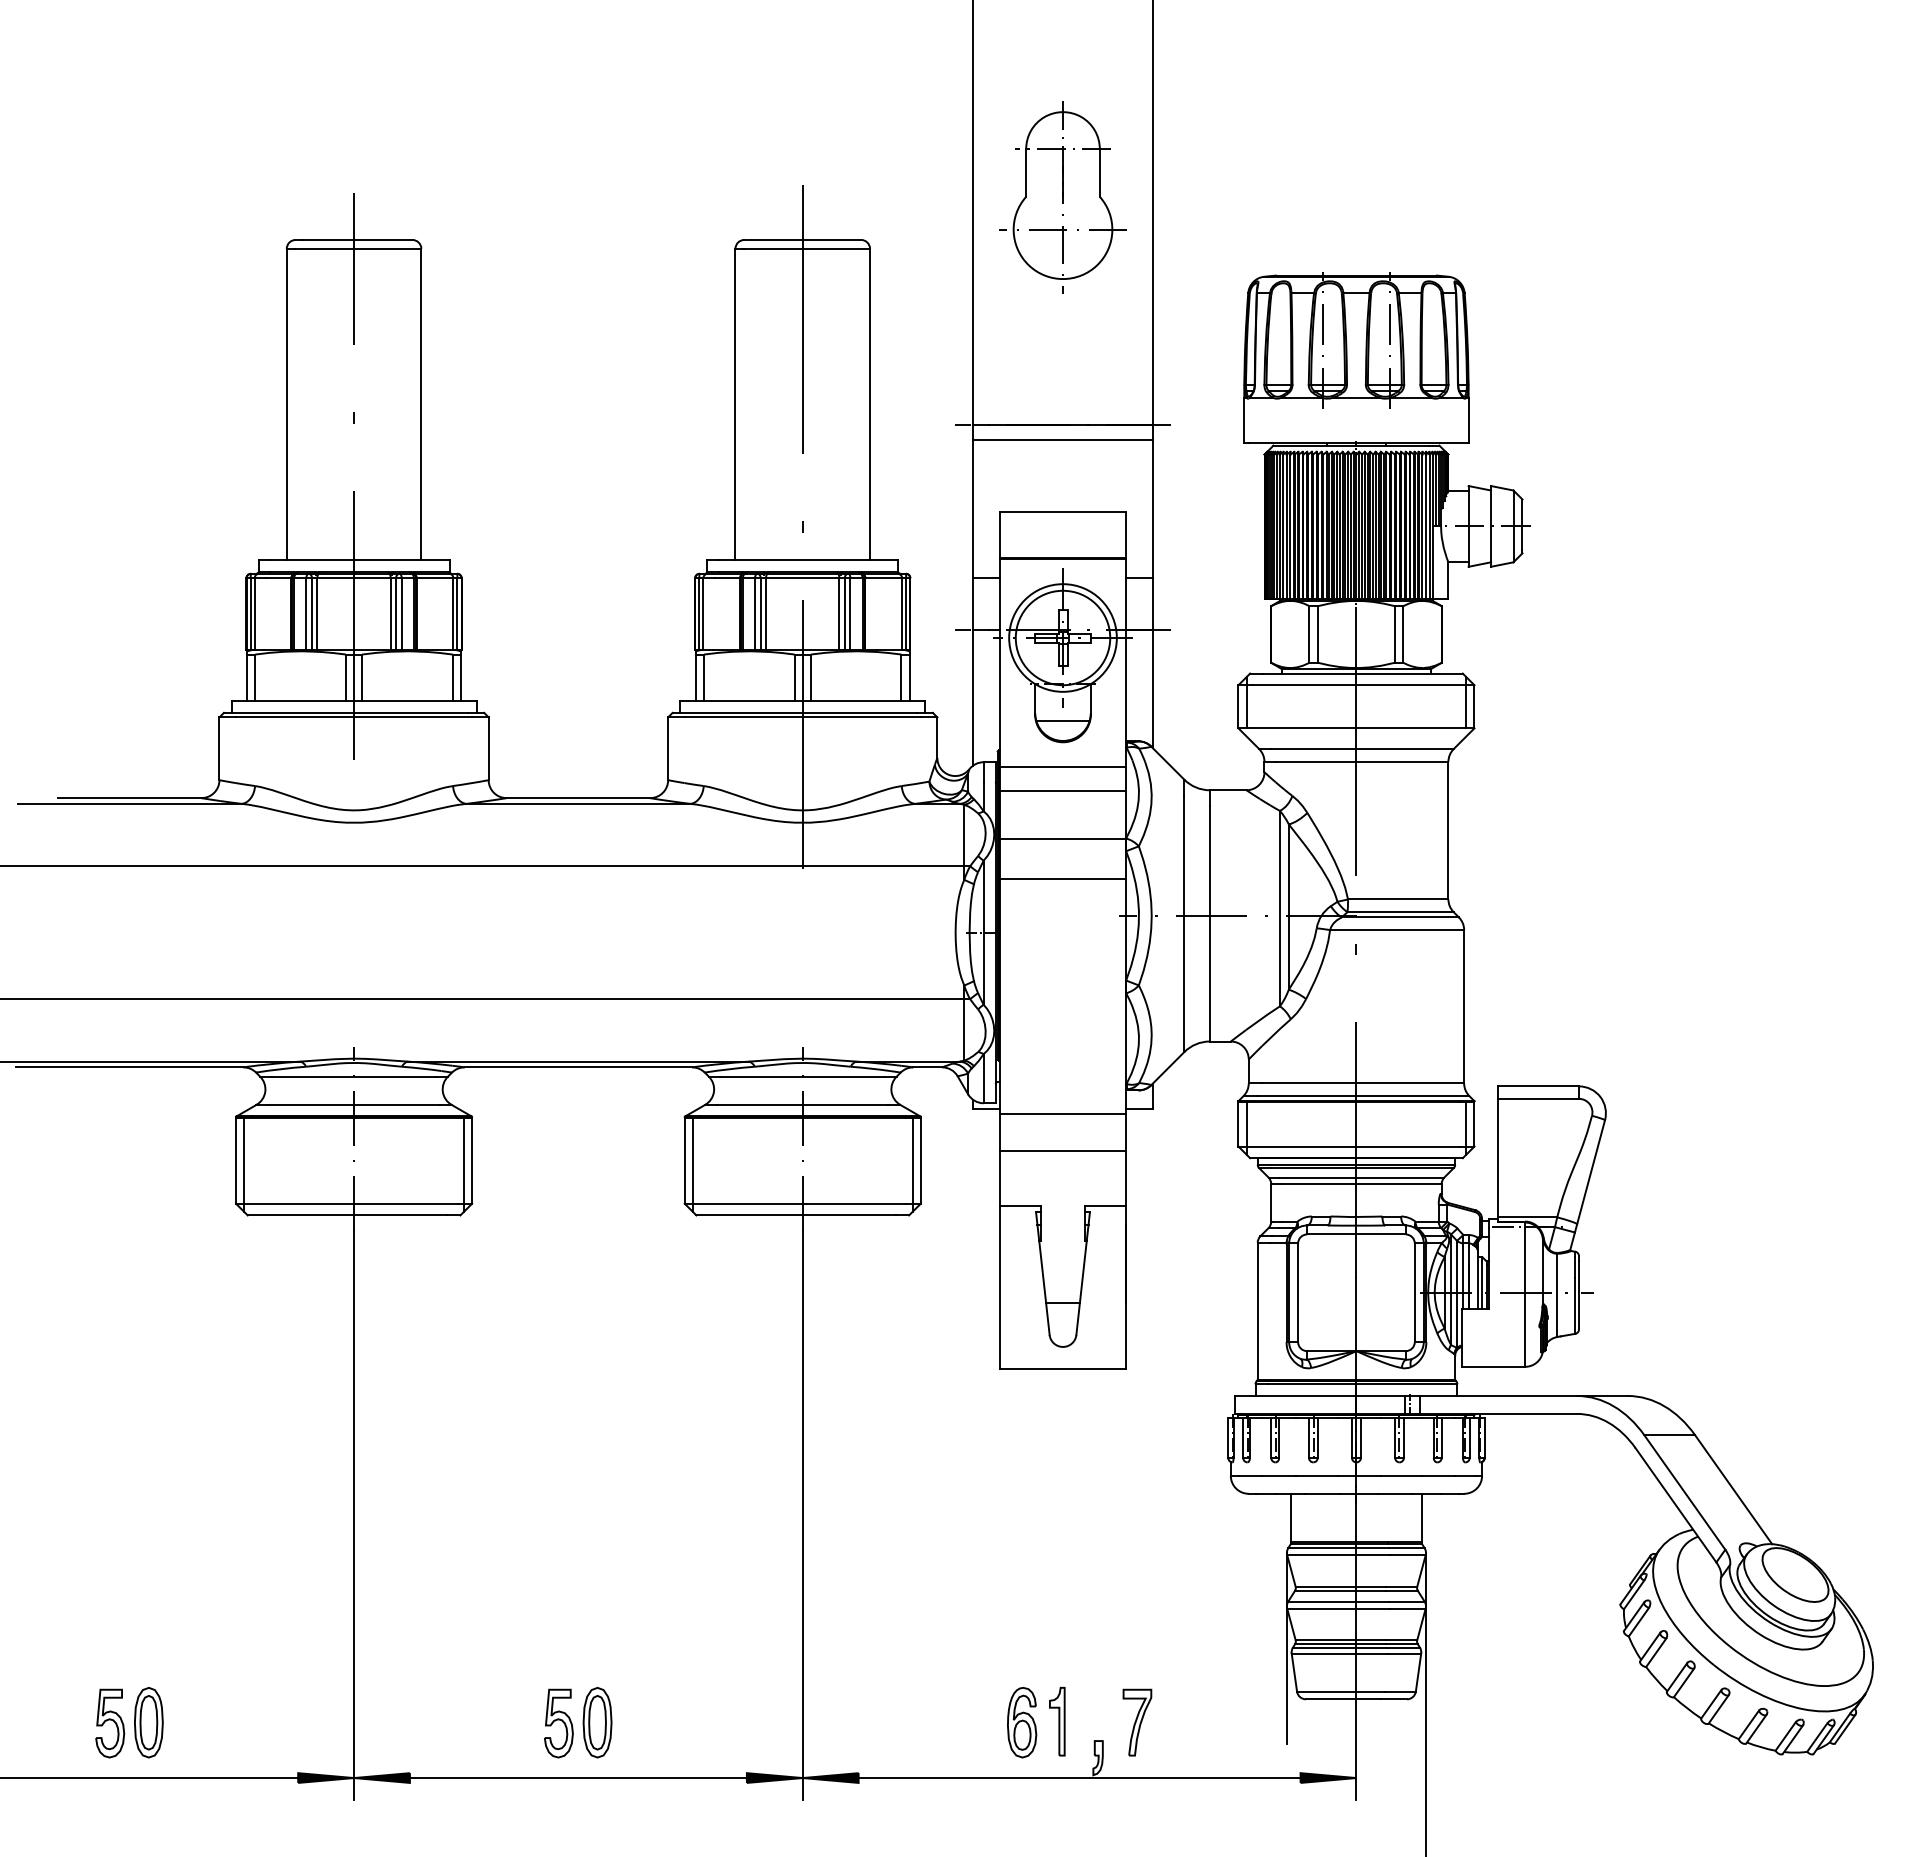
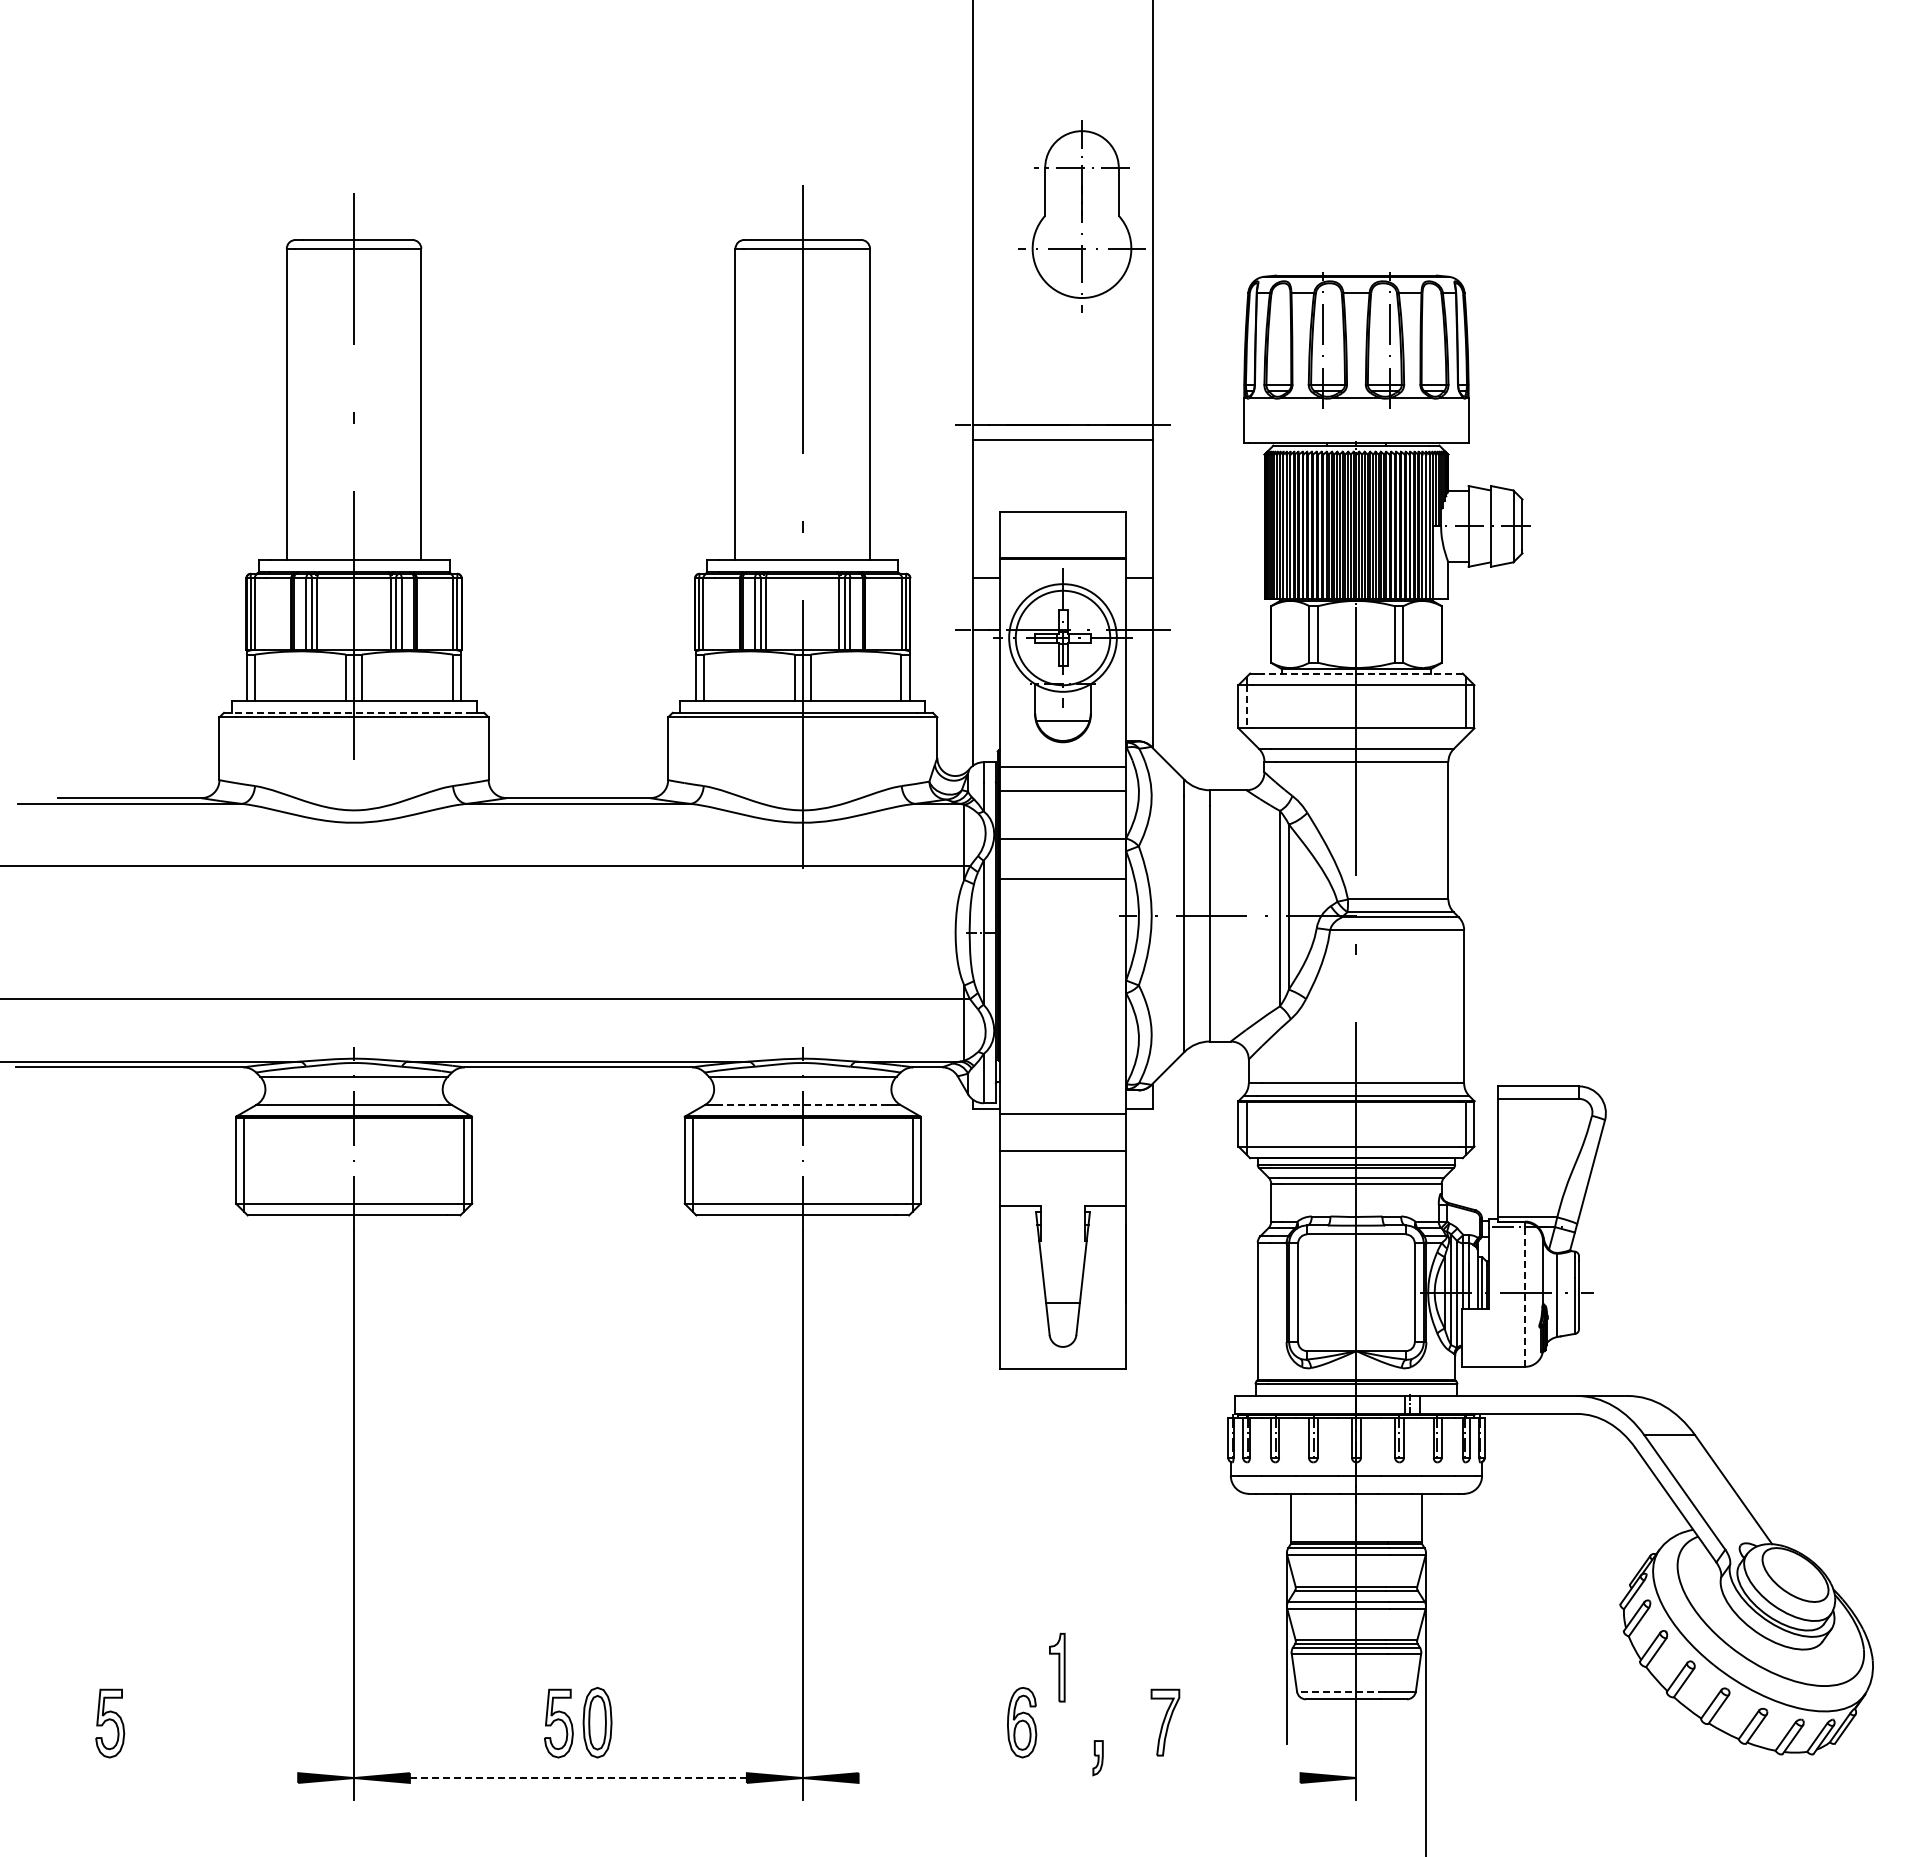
part at (1062, 197) position: (1062, 197) -> (1081, 216)
line at (1362, 673): solid -> dashed
line at (1246, 706): solid -> dashed
line at (346, 712): solid -> dashed
line at (802, 1104): solid -> dashed
line at (1525, 1297): solid -> dashed
line at (1341, 1691): solid -> dashed
part at (1057, 1721) position: (1057, 1721) -> (1057, 1667)
part at (148, 1722): present -> none
part at (1137, 1722) position: (1137, 1722) -> (1165, 1722)
line at (150, 1778): present -> none
line at (578, 1778): solid -> dashed
line at (1079, 1778): present -> none
